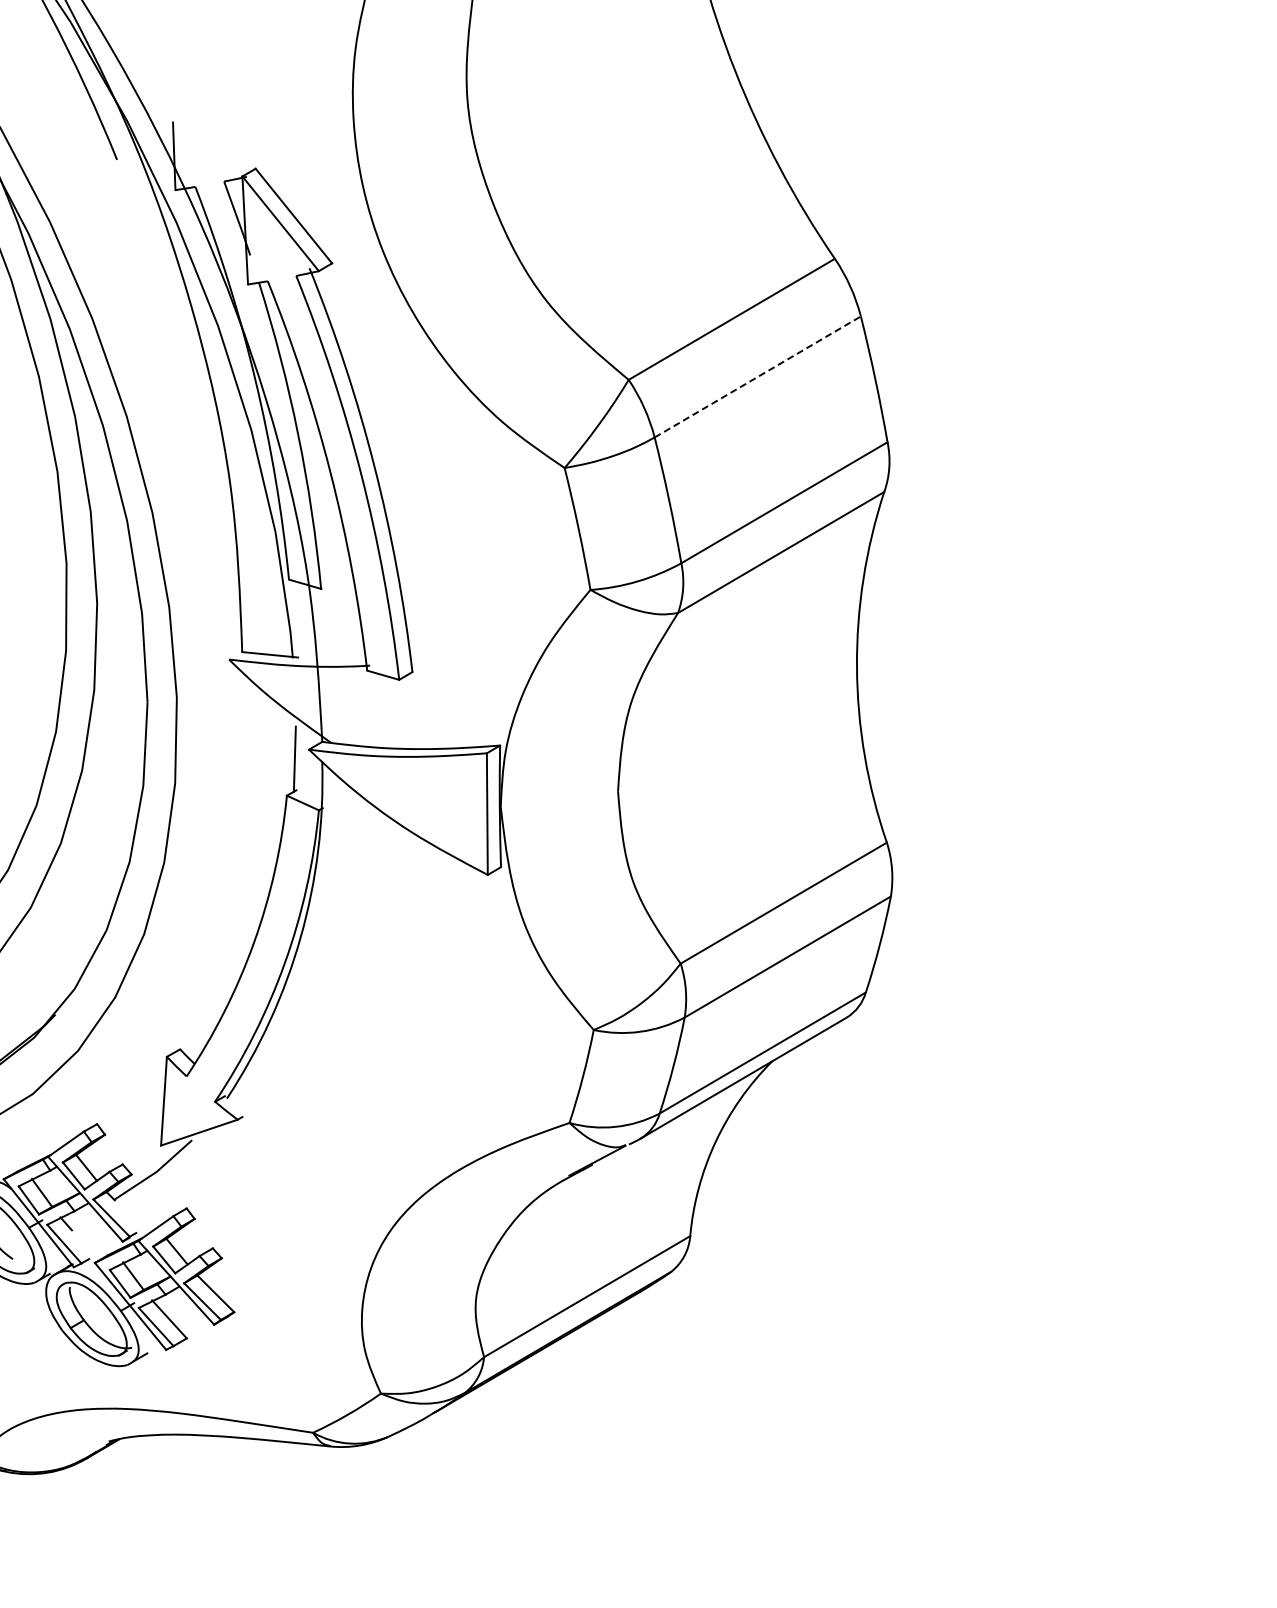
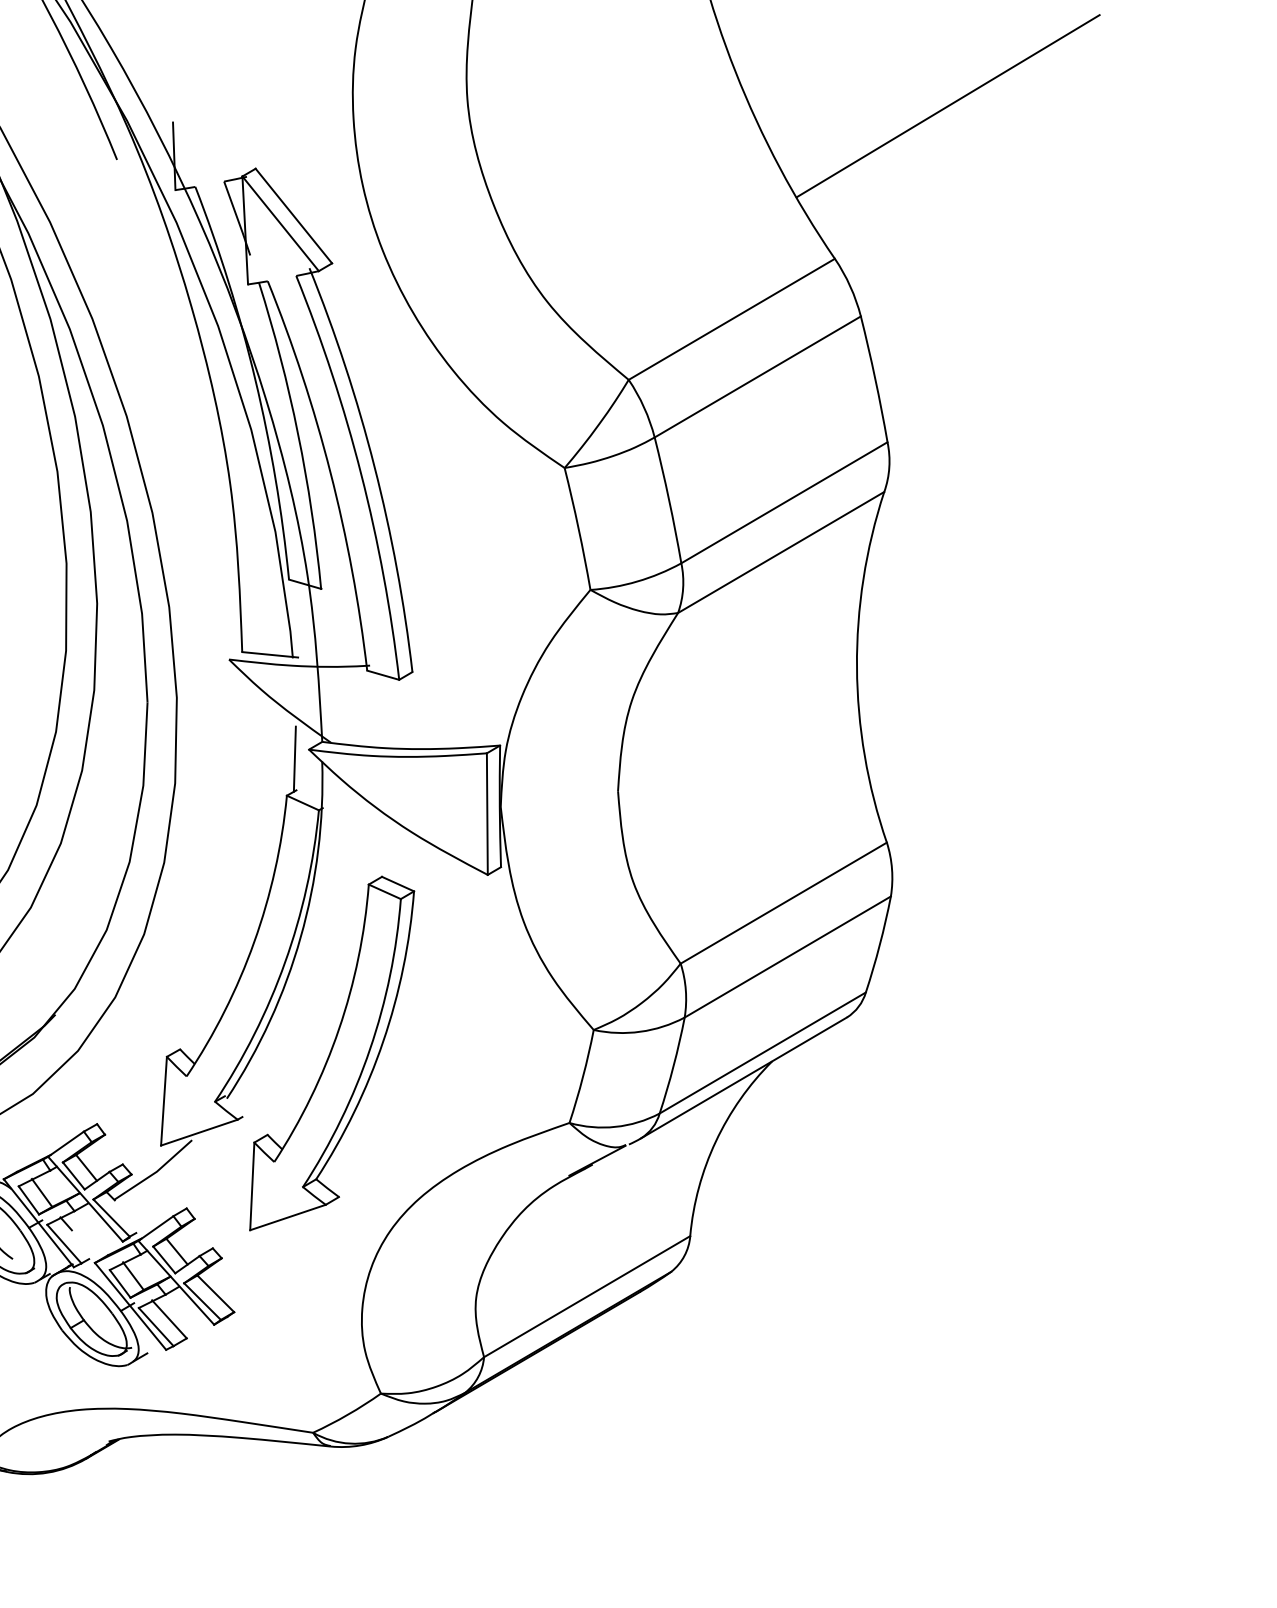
line at (947, 106): none -> present
line at (757, 376): dashed -> solid
part at (332, 1053): none -> present
